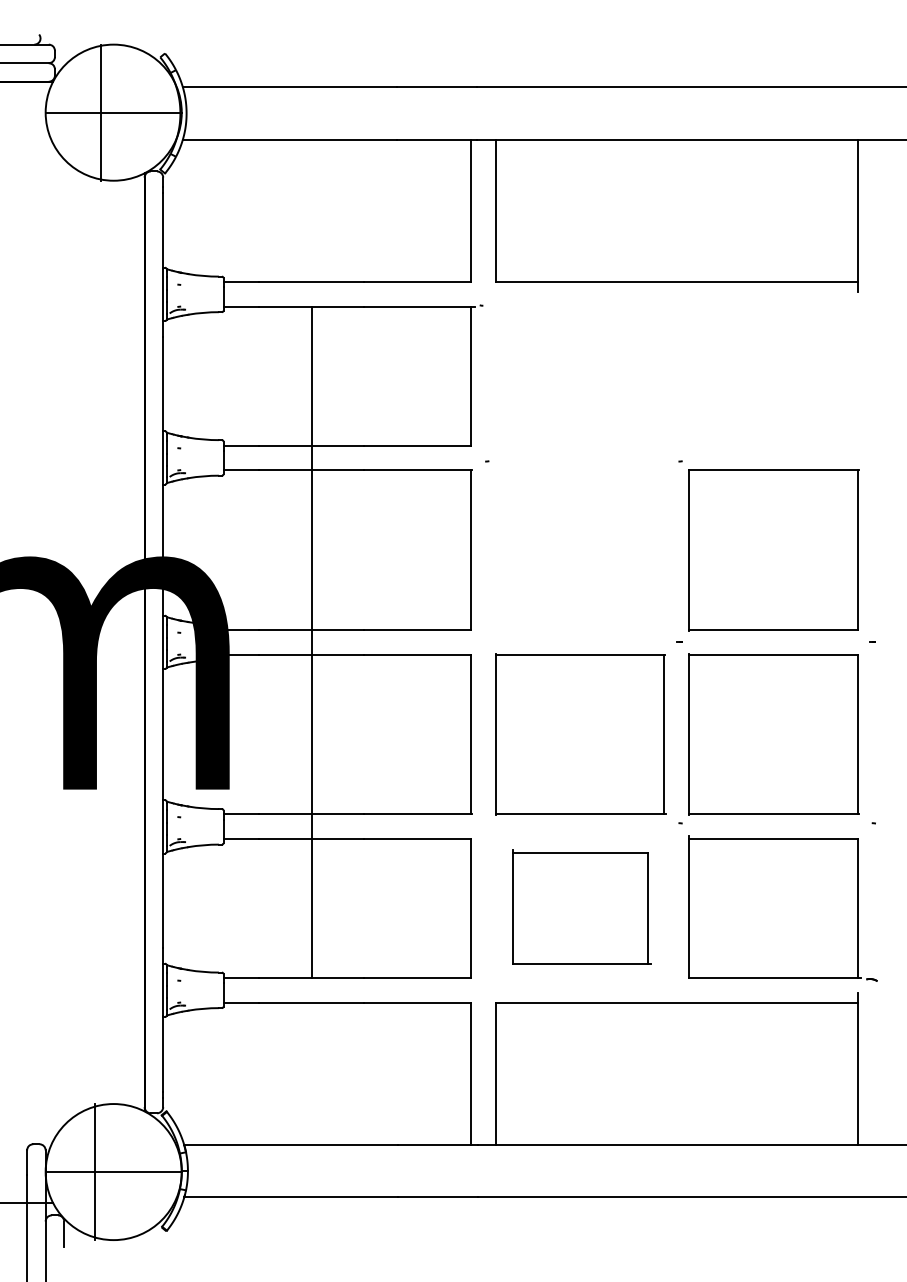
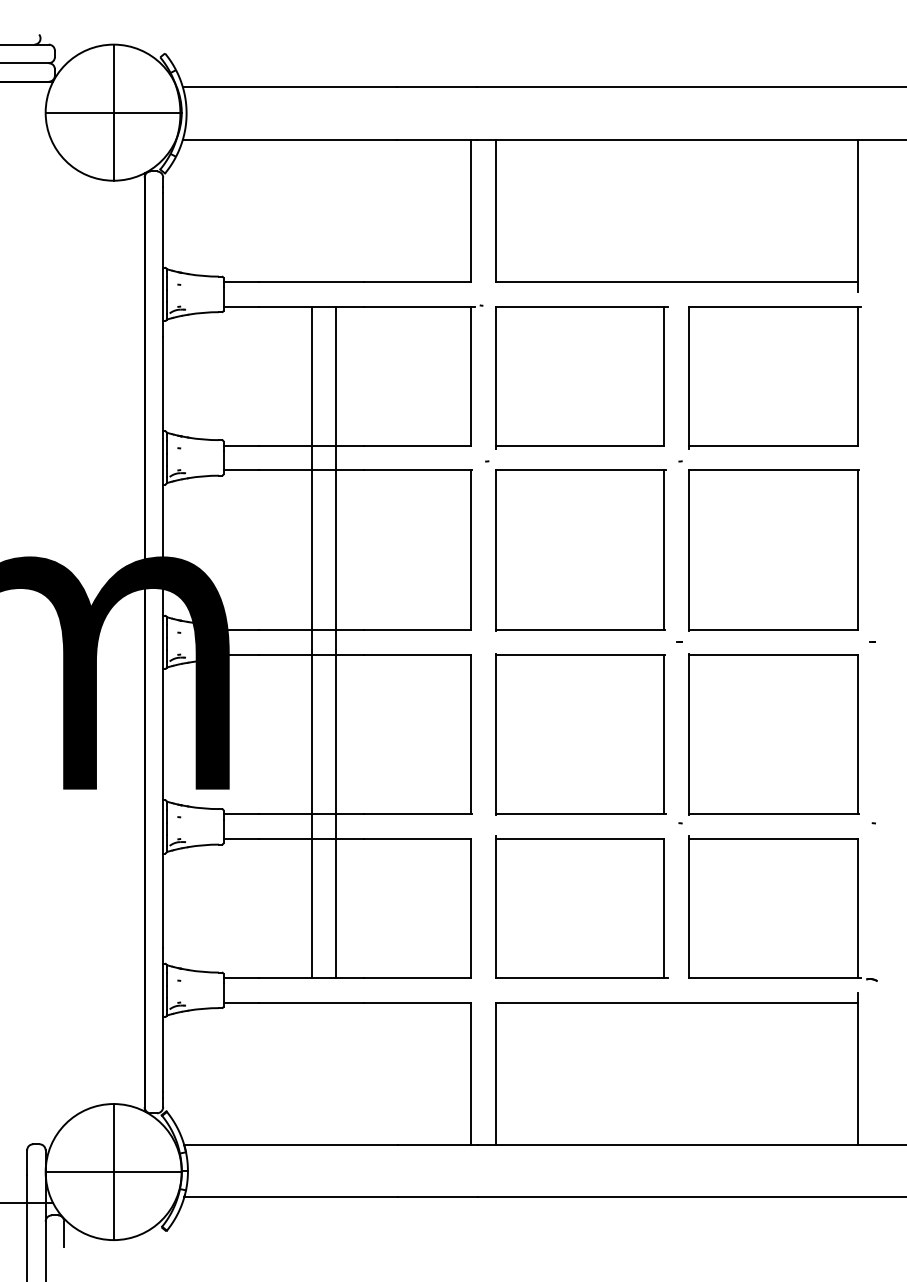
line at (100, 112) position: (100, 112) -> (113, 112)
part at (581, 377): none -> present
part at (774, 377): none -> present
part at (580, 550): none -> present
line at (336, 641): none -> present
part at (581, 906) size: 140x116 px -> 174x144 px
line at (94, 1172) position: (94, 1172) -> (113, 1172)
